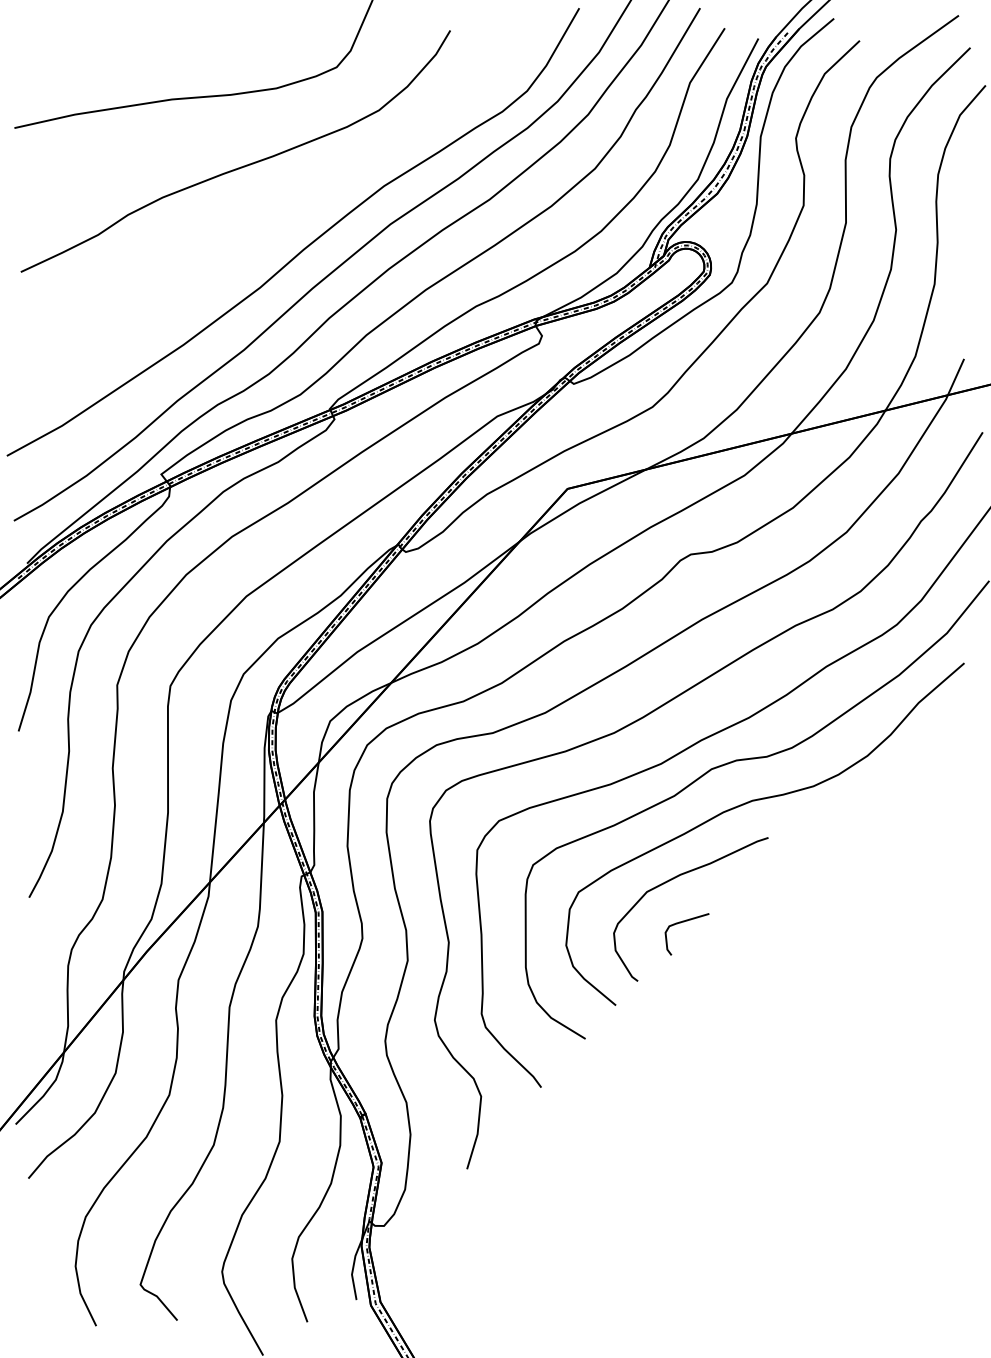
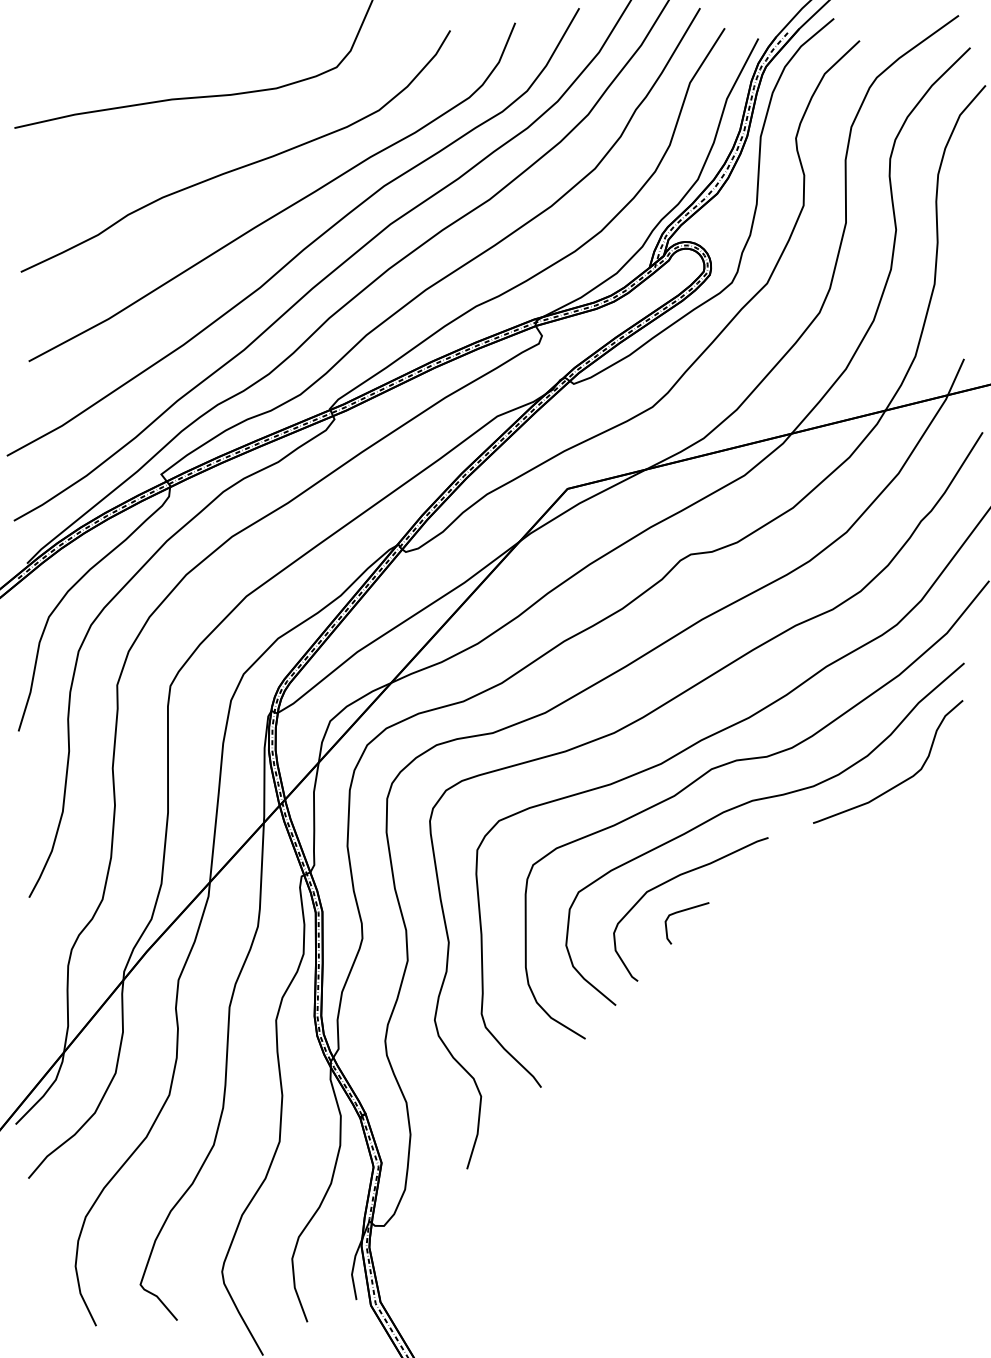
curve at (281, 210): none -> present
curve at (898, 783): none -> present
curve at (684, 922) position: (684, 922) -> (684, 911)
